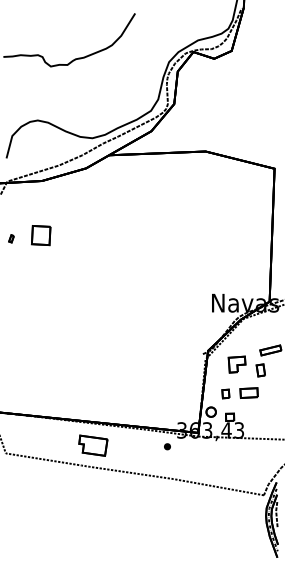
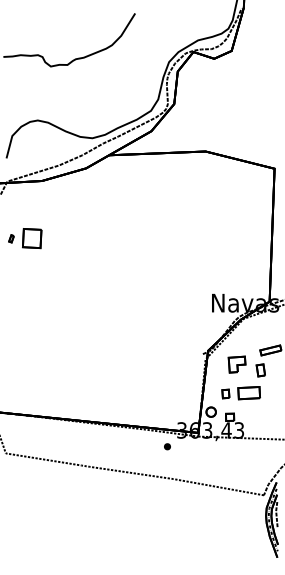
part at (41, 235) position: (41, 235) -> (32, 238)
part at (248, 392) size: 20x12 px -> 24x15 px
part at (93, 445): present -> none
